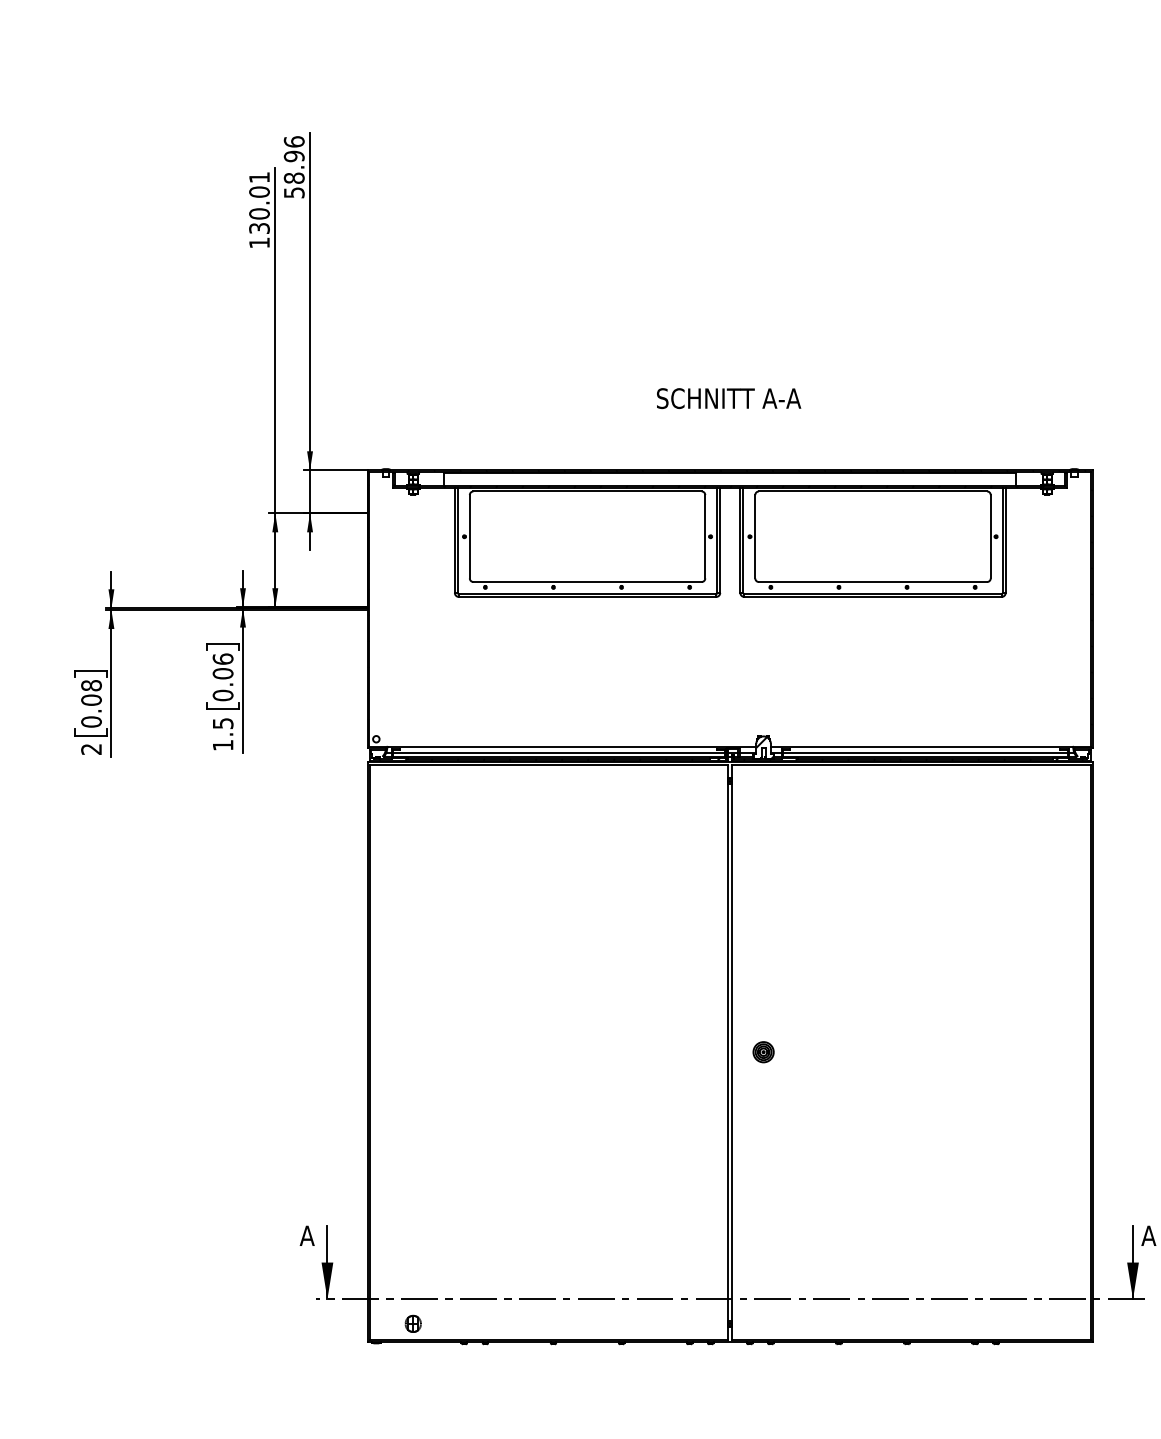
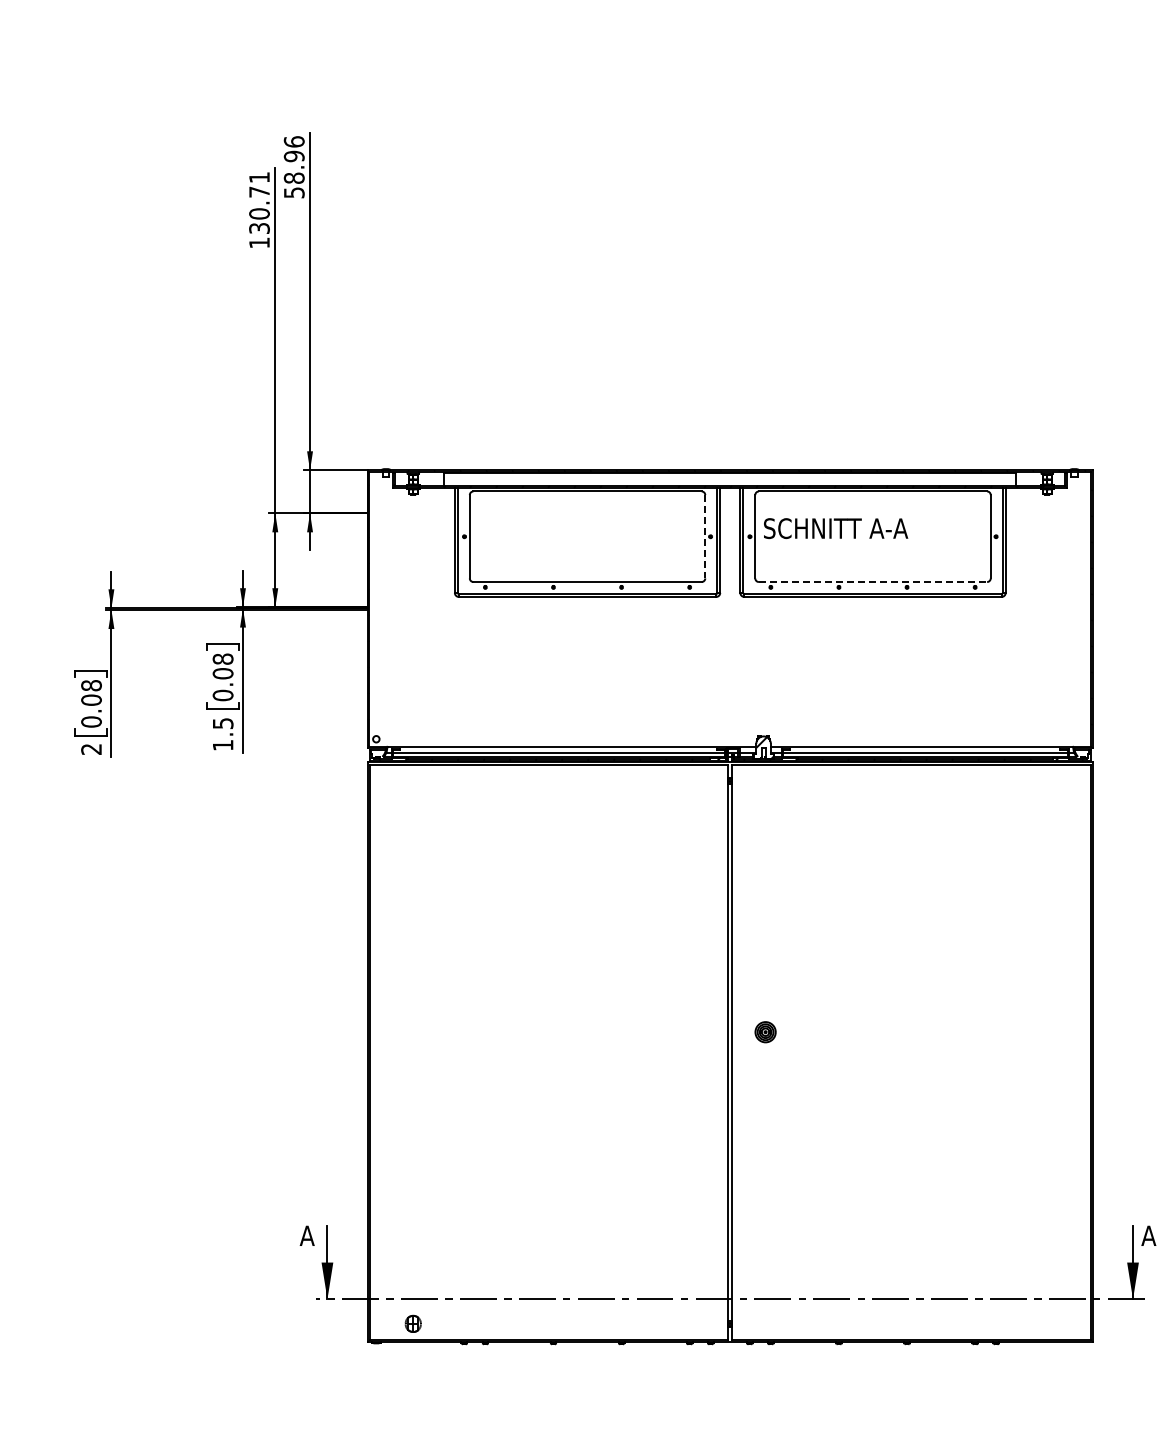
text at (259, 191): 130.01 -> 130.71
text at (729, 398) position: (729, 398) -> (836, 528)
line at (705, 536): solid -> dashed
line at (873, 582): solid -> dashed
text at (222, 658): 0.06 -> 0.08
part at (763, 1052) position: (763, 1052) -> (765, 1032)
